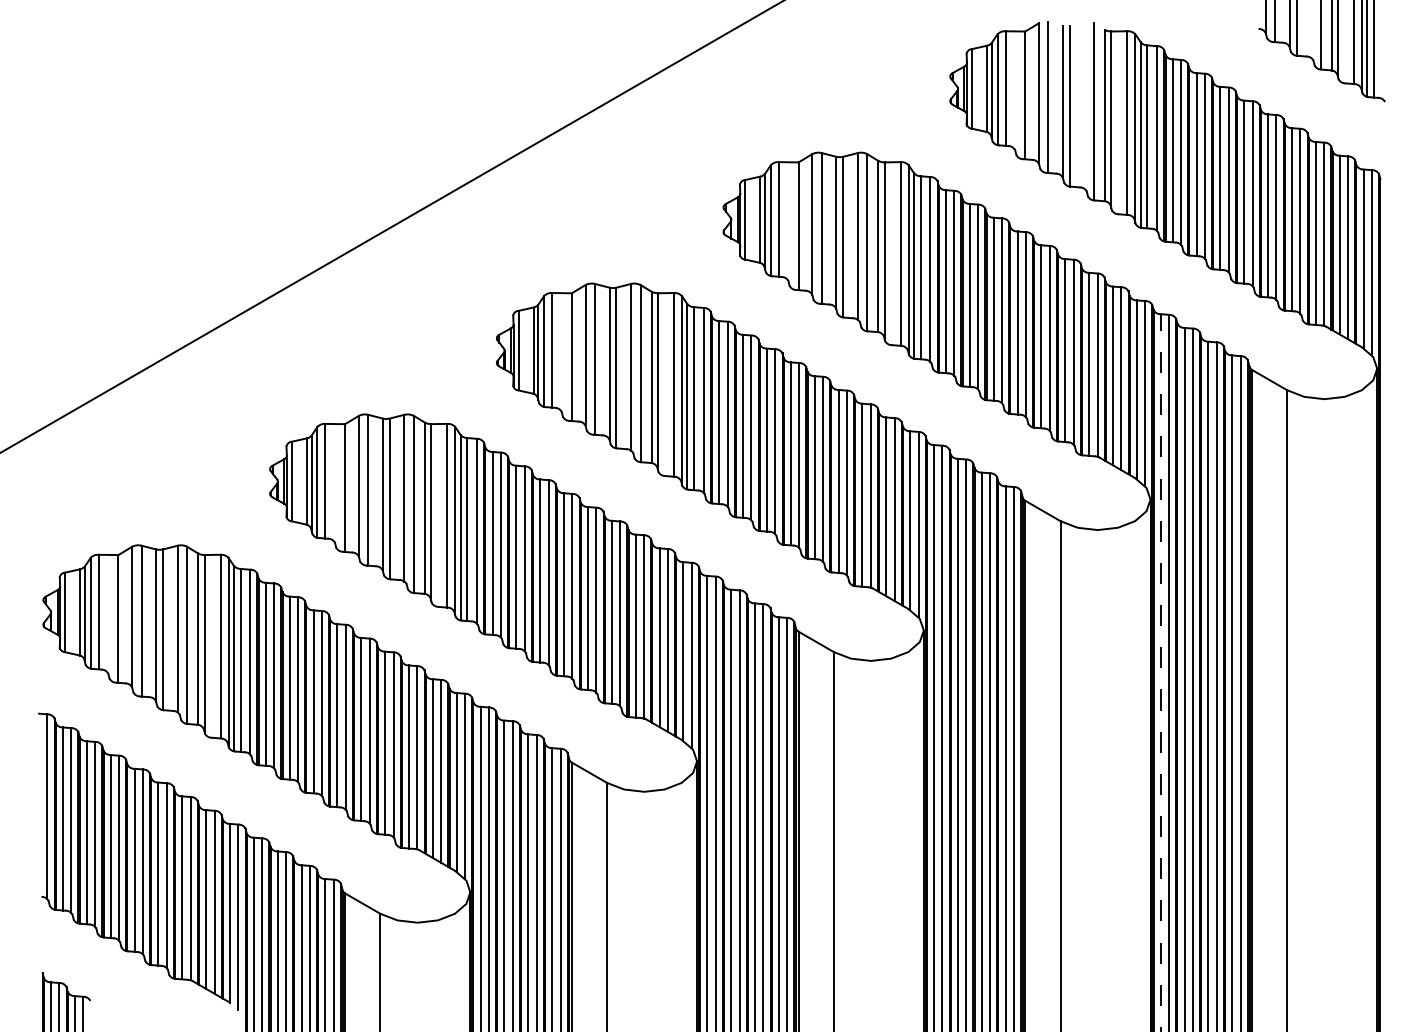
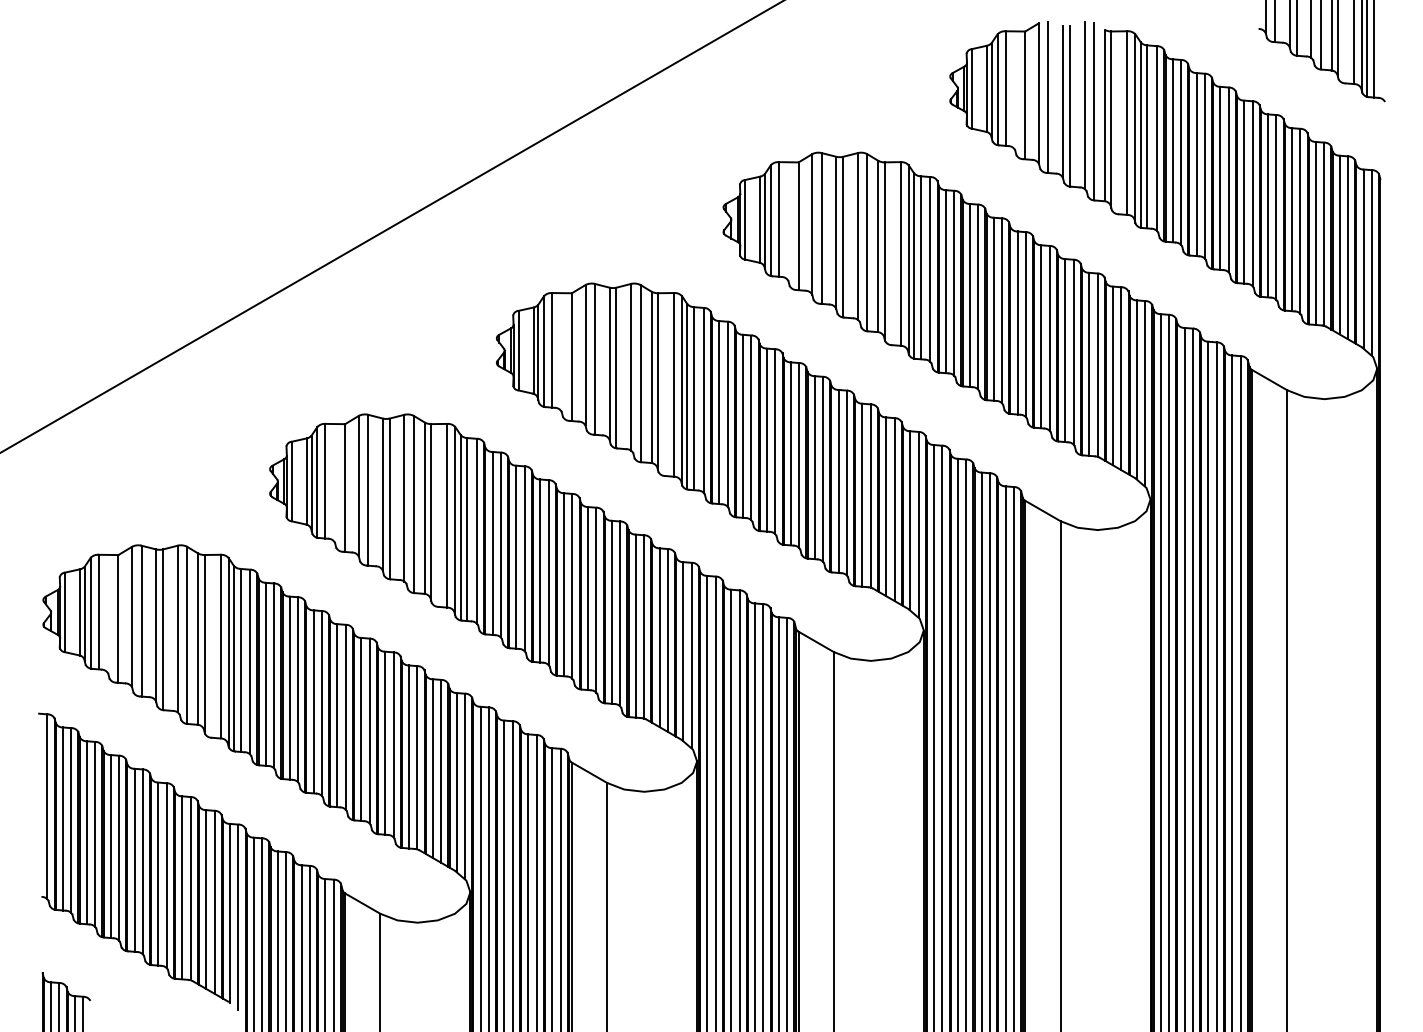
line at (1311, 29): none -> present
line at (1084, 105): none -> present
line at (1160, 672): dashed -> solid
